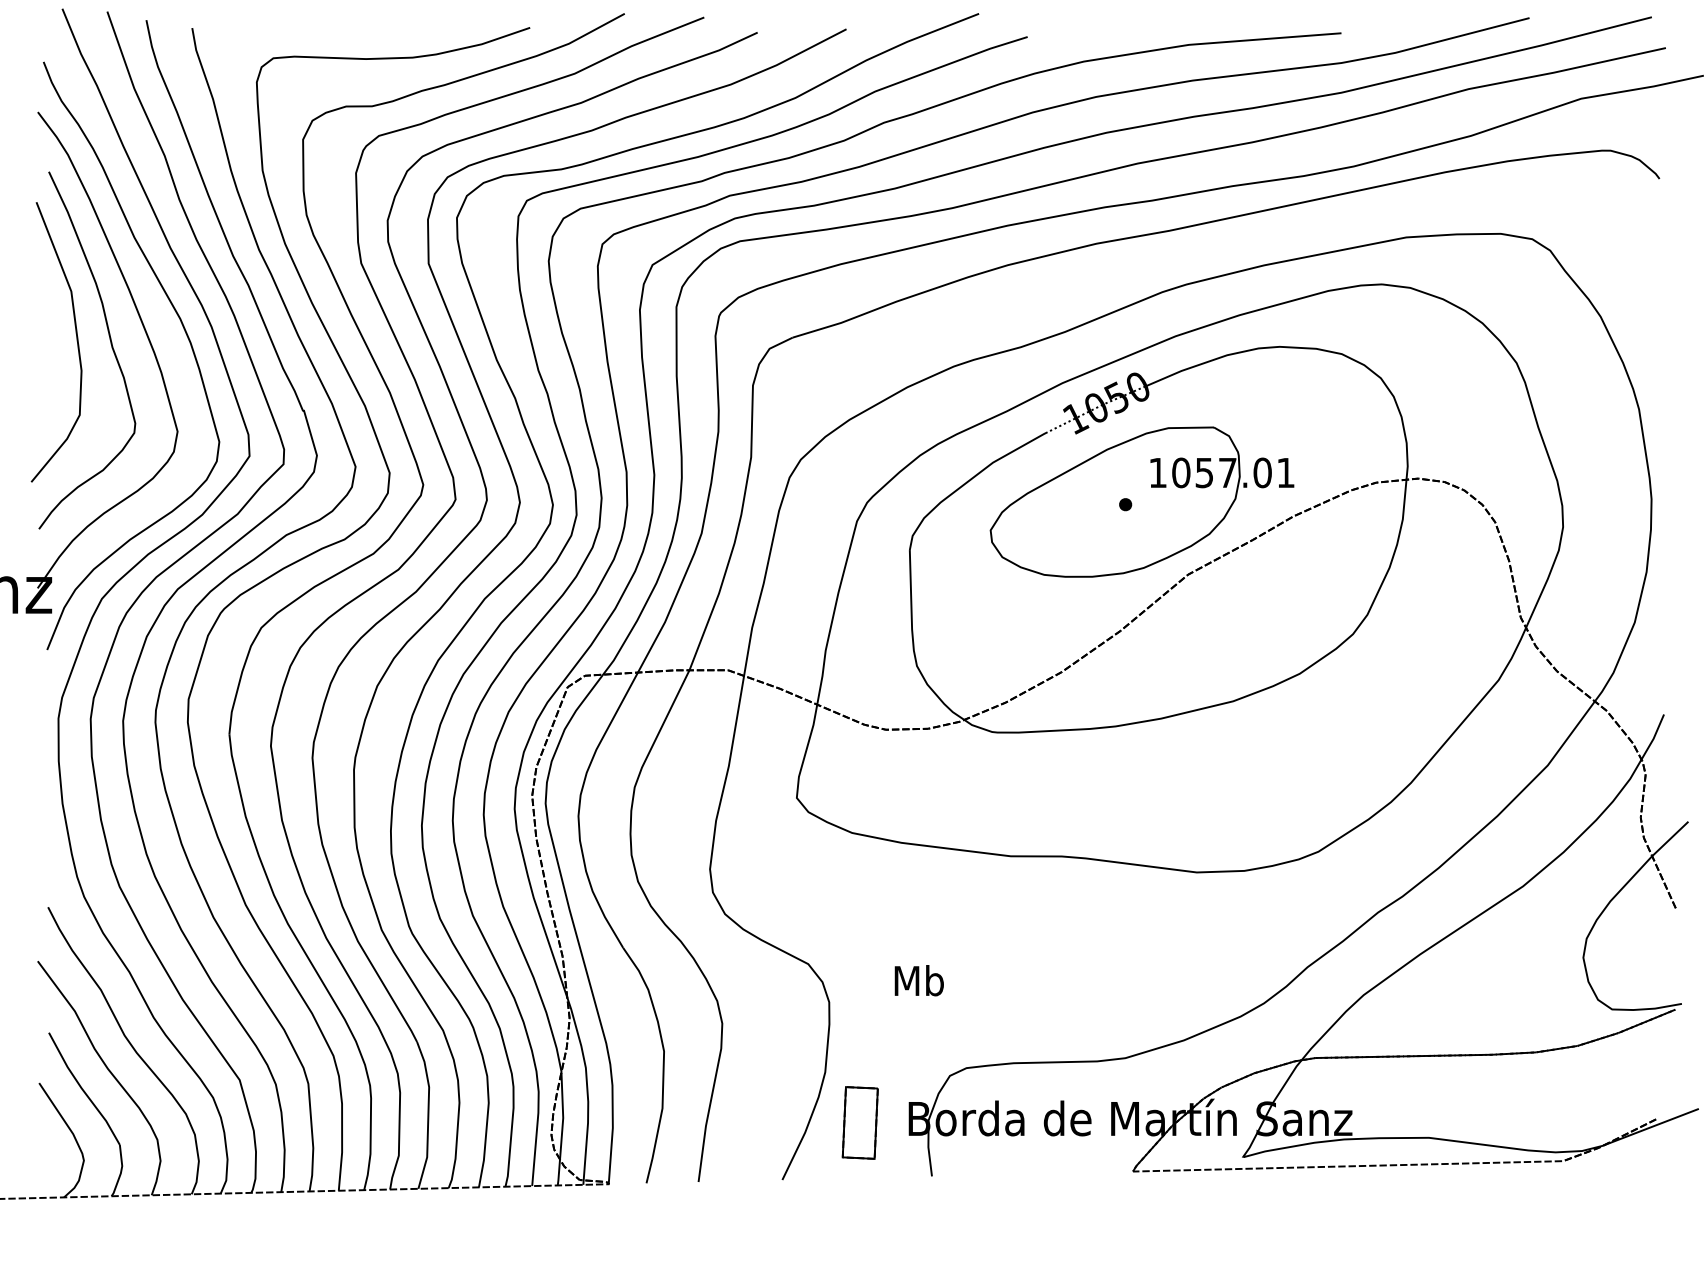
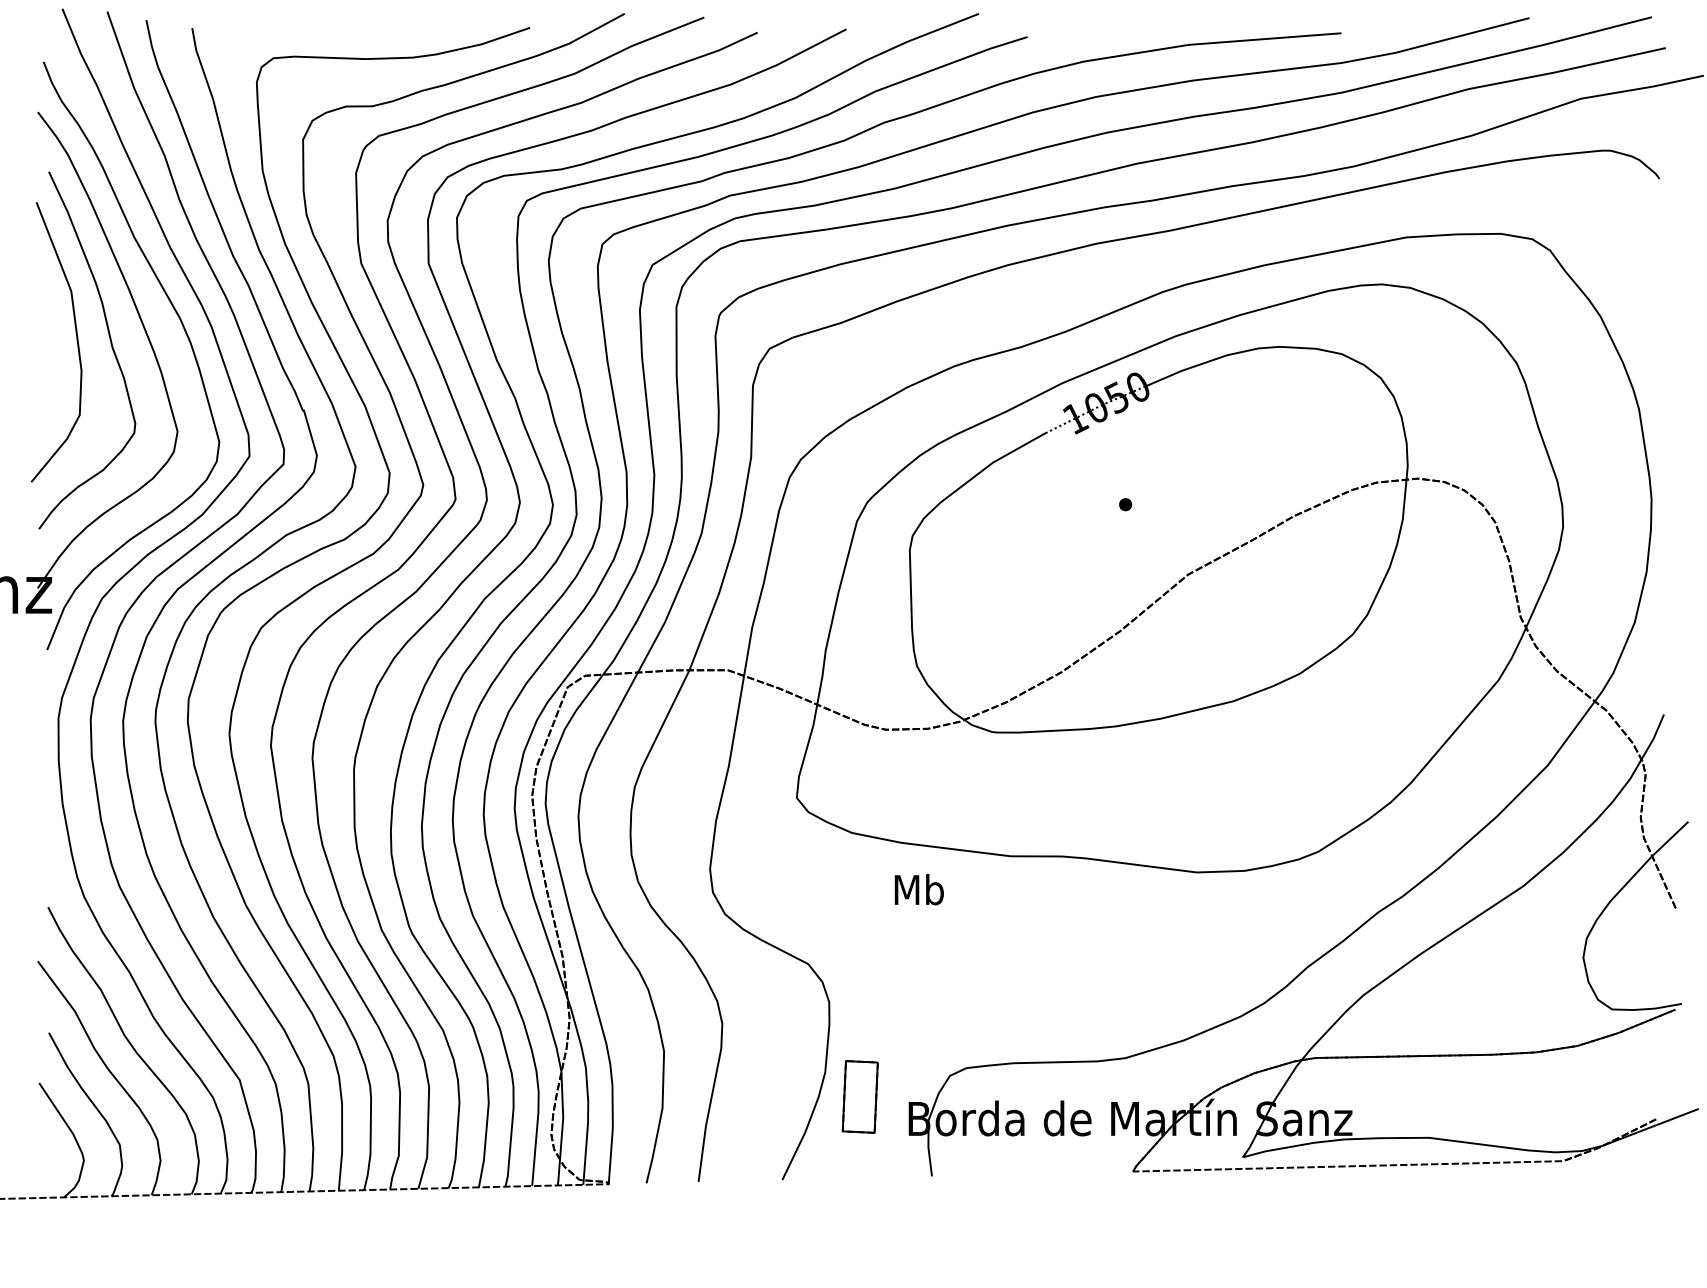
part at (1141, 501): present -> none
text at (918, 980) position: (918, 980) -> (918, 889)
part at (859, 1122) position: (859, 1122) -> (859, 1096)
